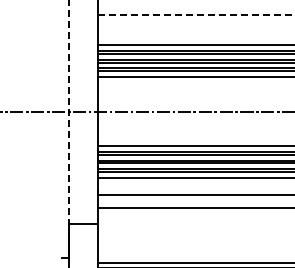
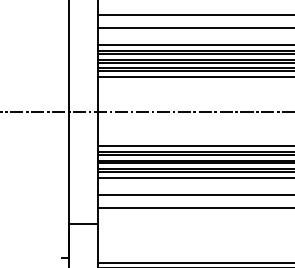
line at (196, 15): dashed -> solid
line at (194, 28): none -> present
line at (69, 129): dashed -> solid
